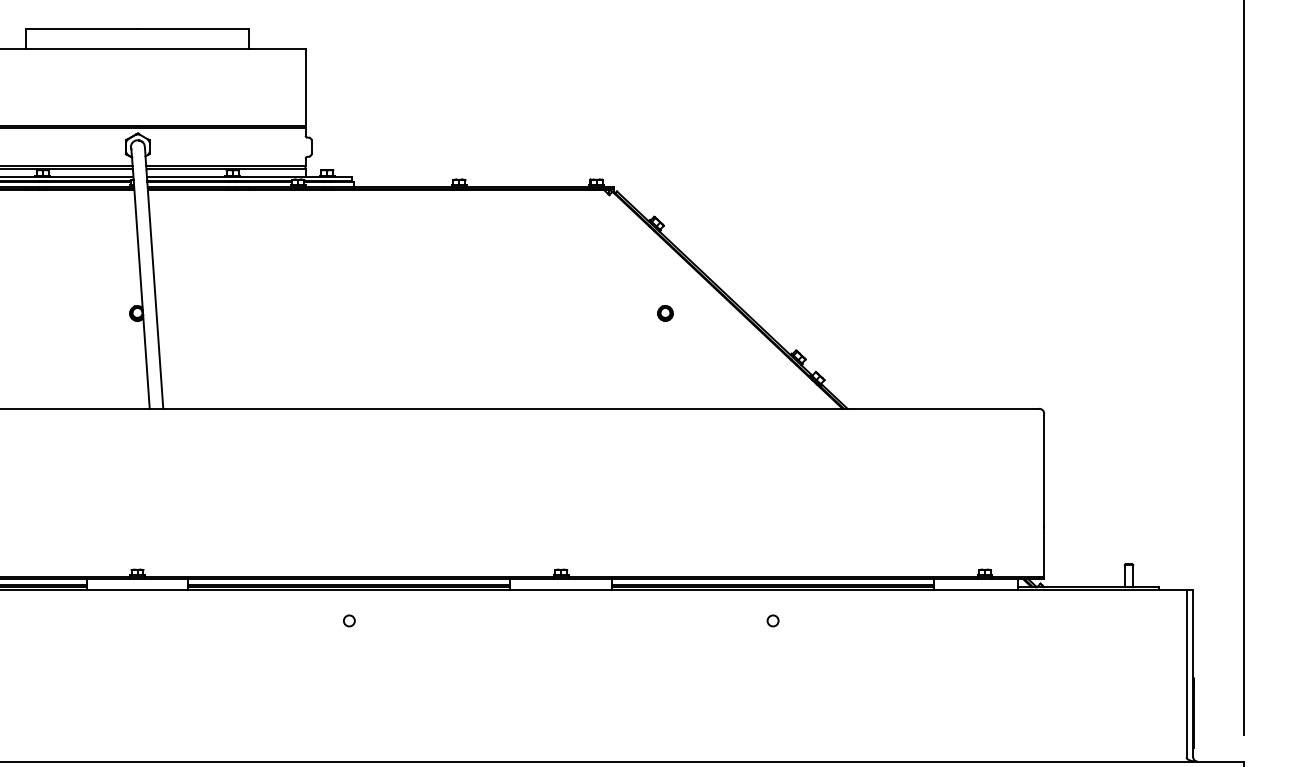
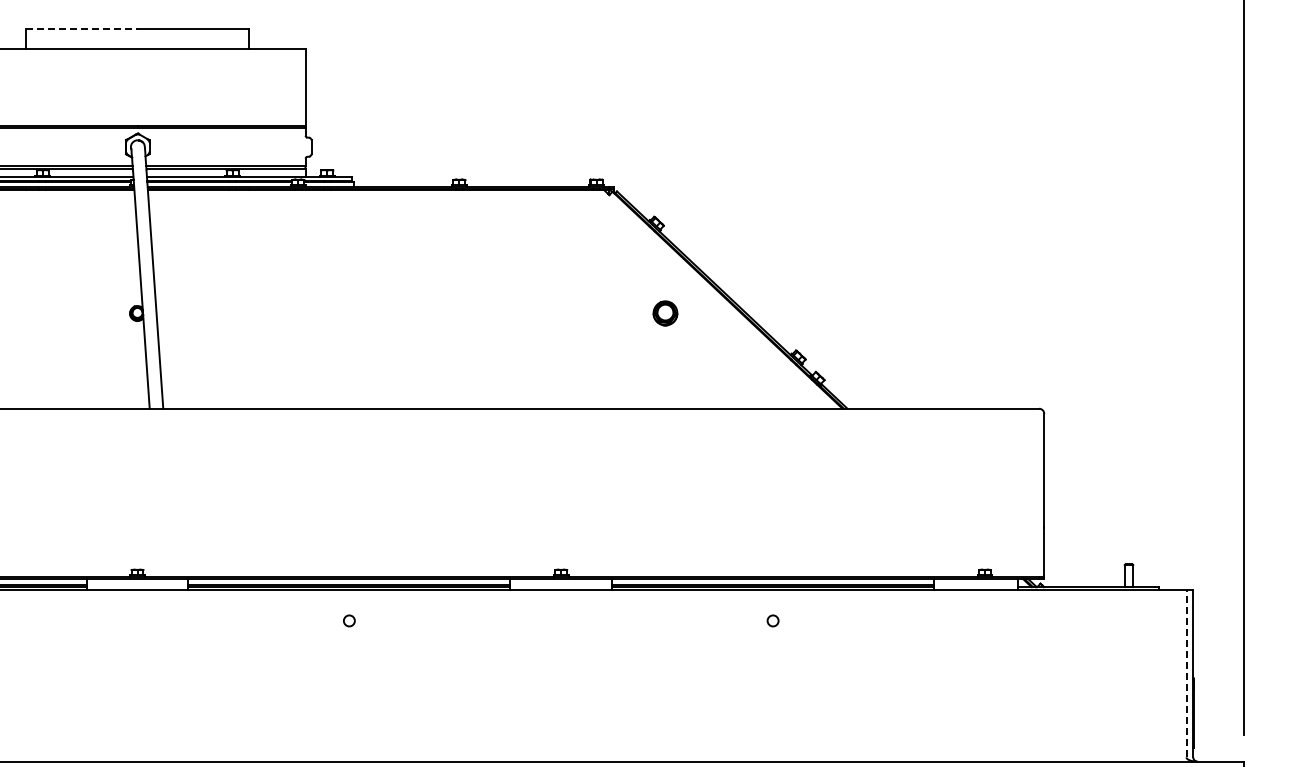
line at (81, 28): solid -> dashed
part at (665, 313) size: 17x17 px -> 27x27 px
line at (1186, 673): solid -> dashed
